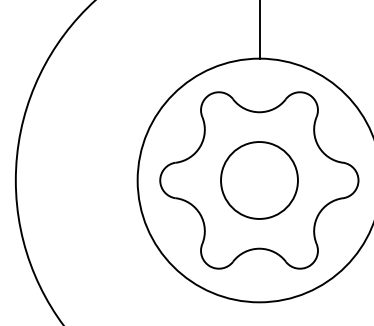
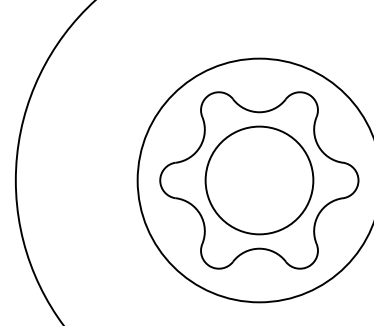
line at (259, 30): present -> none
circle at (259, 180) diameter: 77 px -> 108 px
